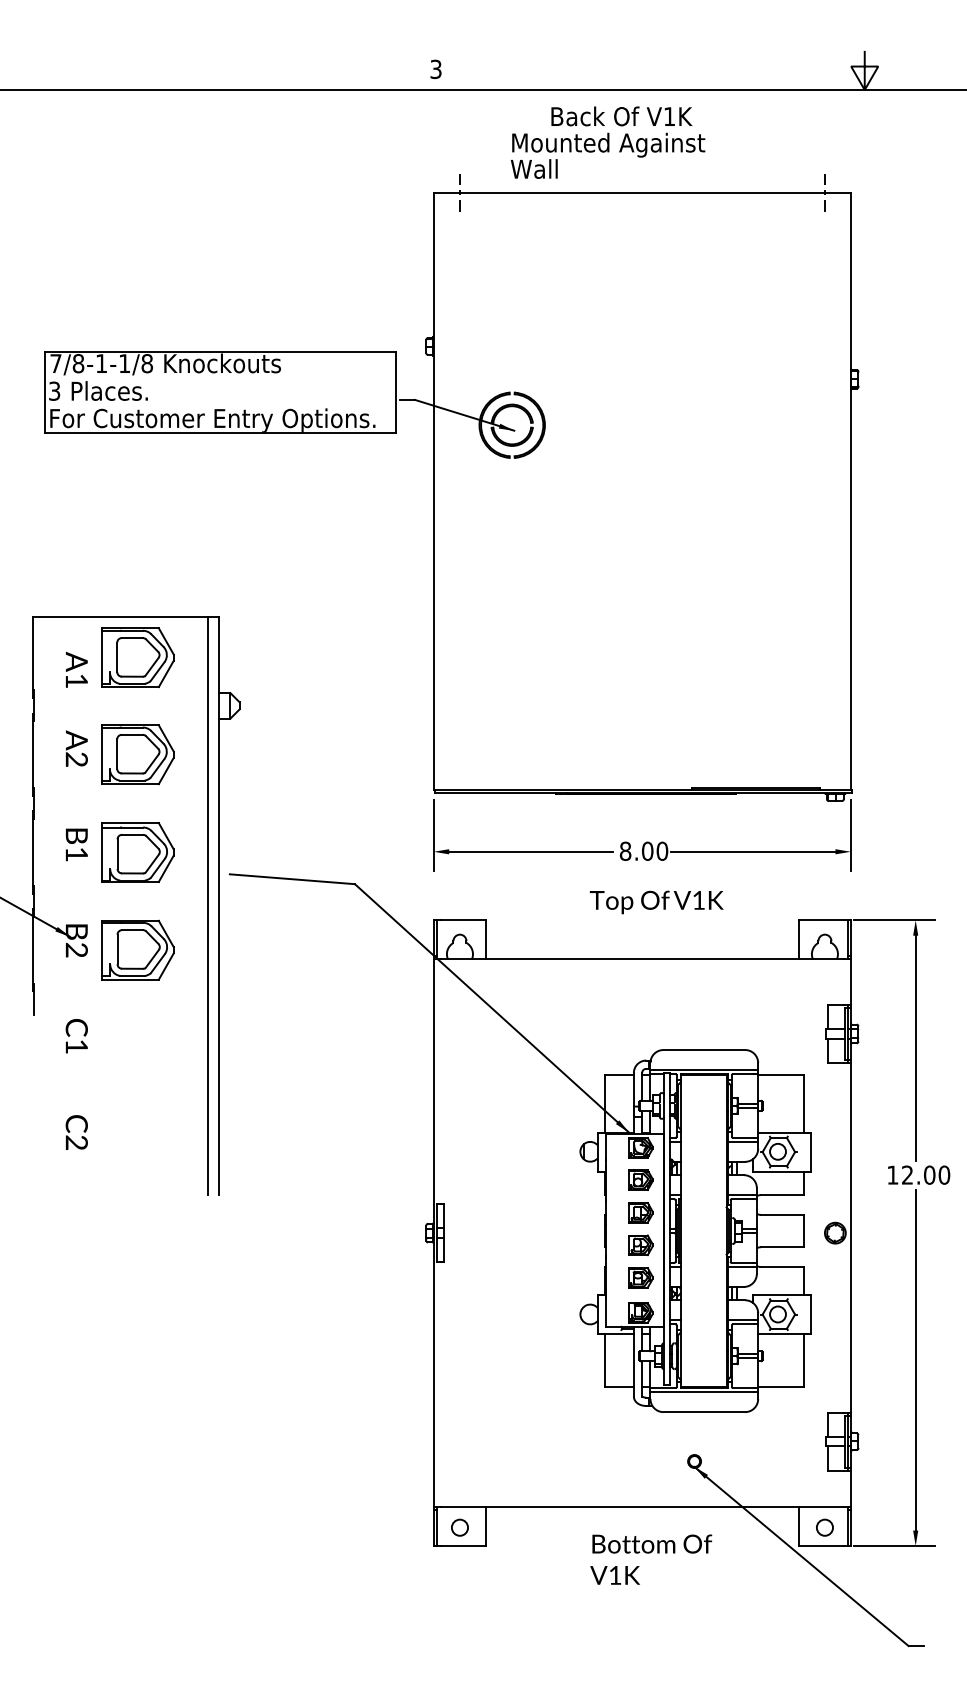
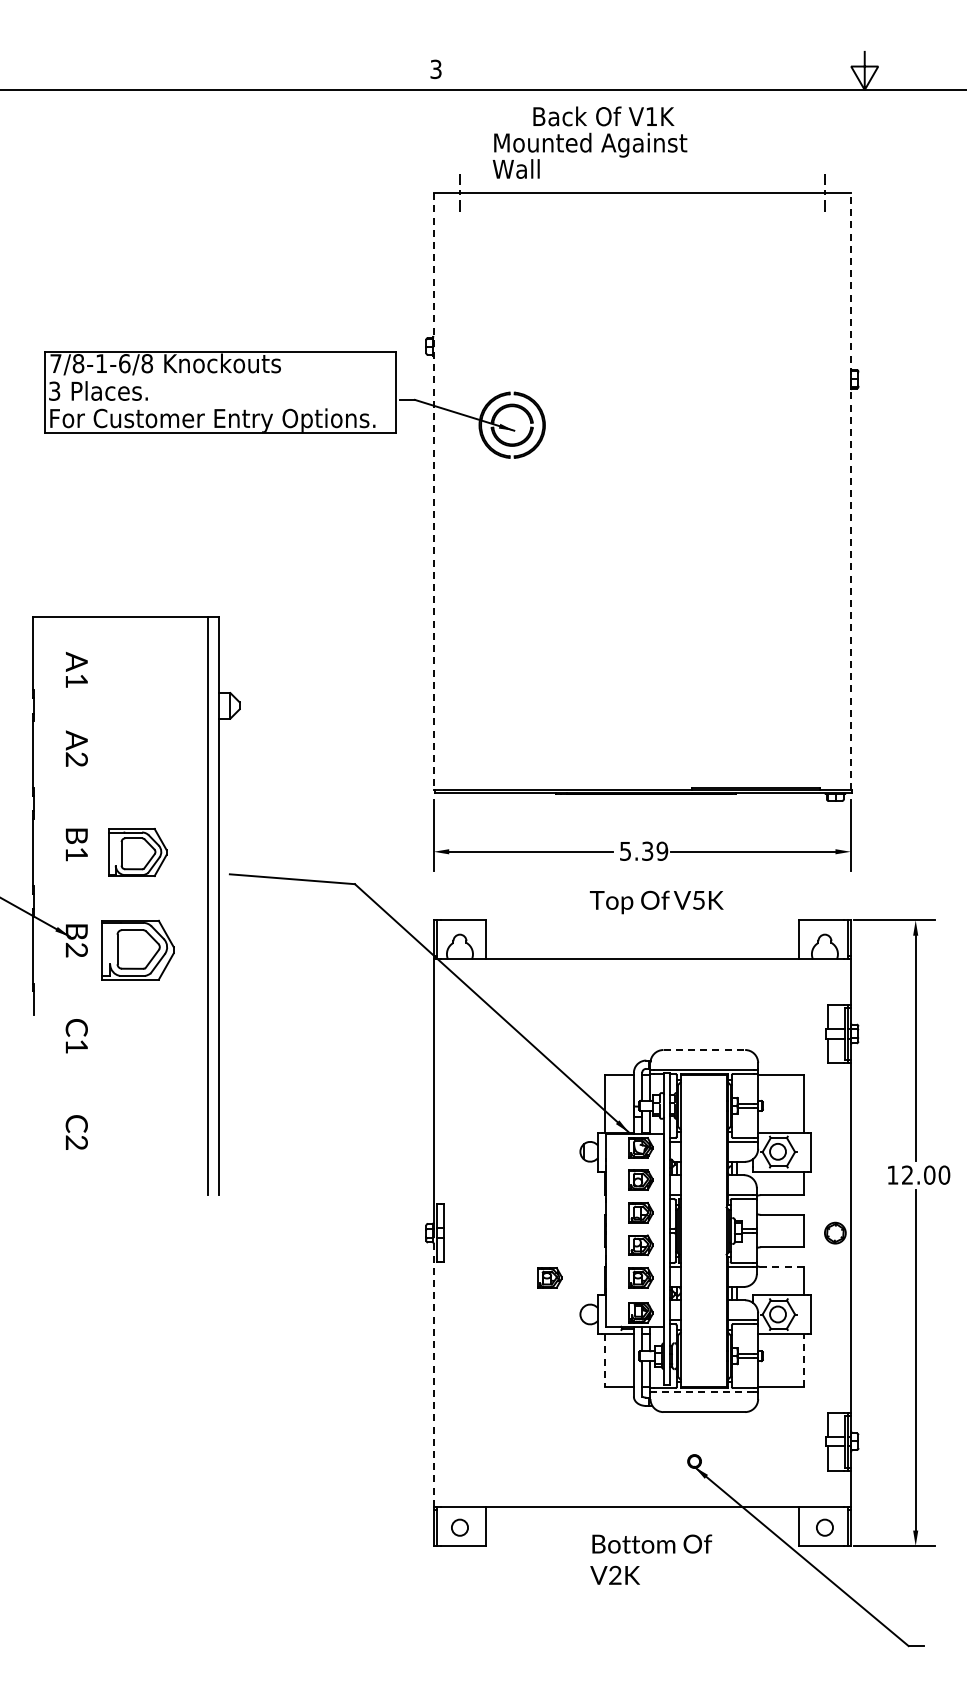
text at (607, 142) position: (607, 142) -> (589, 142)
text at (124, 363): 7/8-1-1/8 -> 7/8-1-6/8
line at (850, 491): solid -> dashed
line at (433, 492): solid -> dashed
part at (137, 657): present -> none
part at (137, 754): present -> none
text at (643, 850): 8.00 -> 5.39
part at (137, 852) size: 74x61 px -> 60x49 px
text at (698, 900): V1K -> V5K
line at (704, 1050): solid -> dashed
line at (781, 1267): solid -> dashed
part at (549, 1277): none -> present
line at (604, 1360): solid -> dashed
line at (803, 1360): solid -> dashed
line at (433, 1372): solid -> dashed
line at (704, 1392): solid -> dashed
text at (615, 1574): V1K -> V2K
